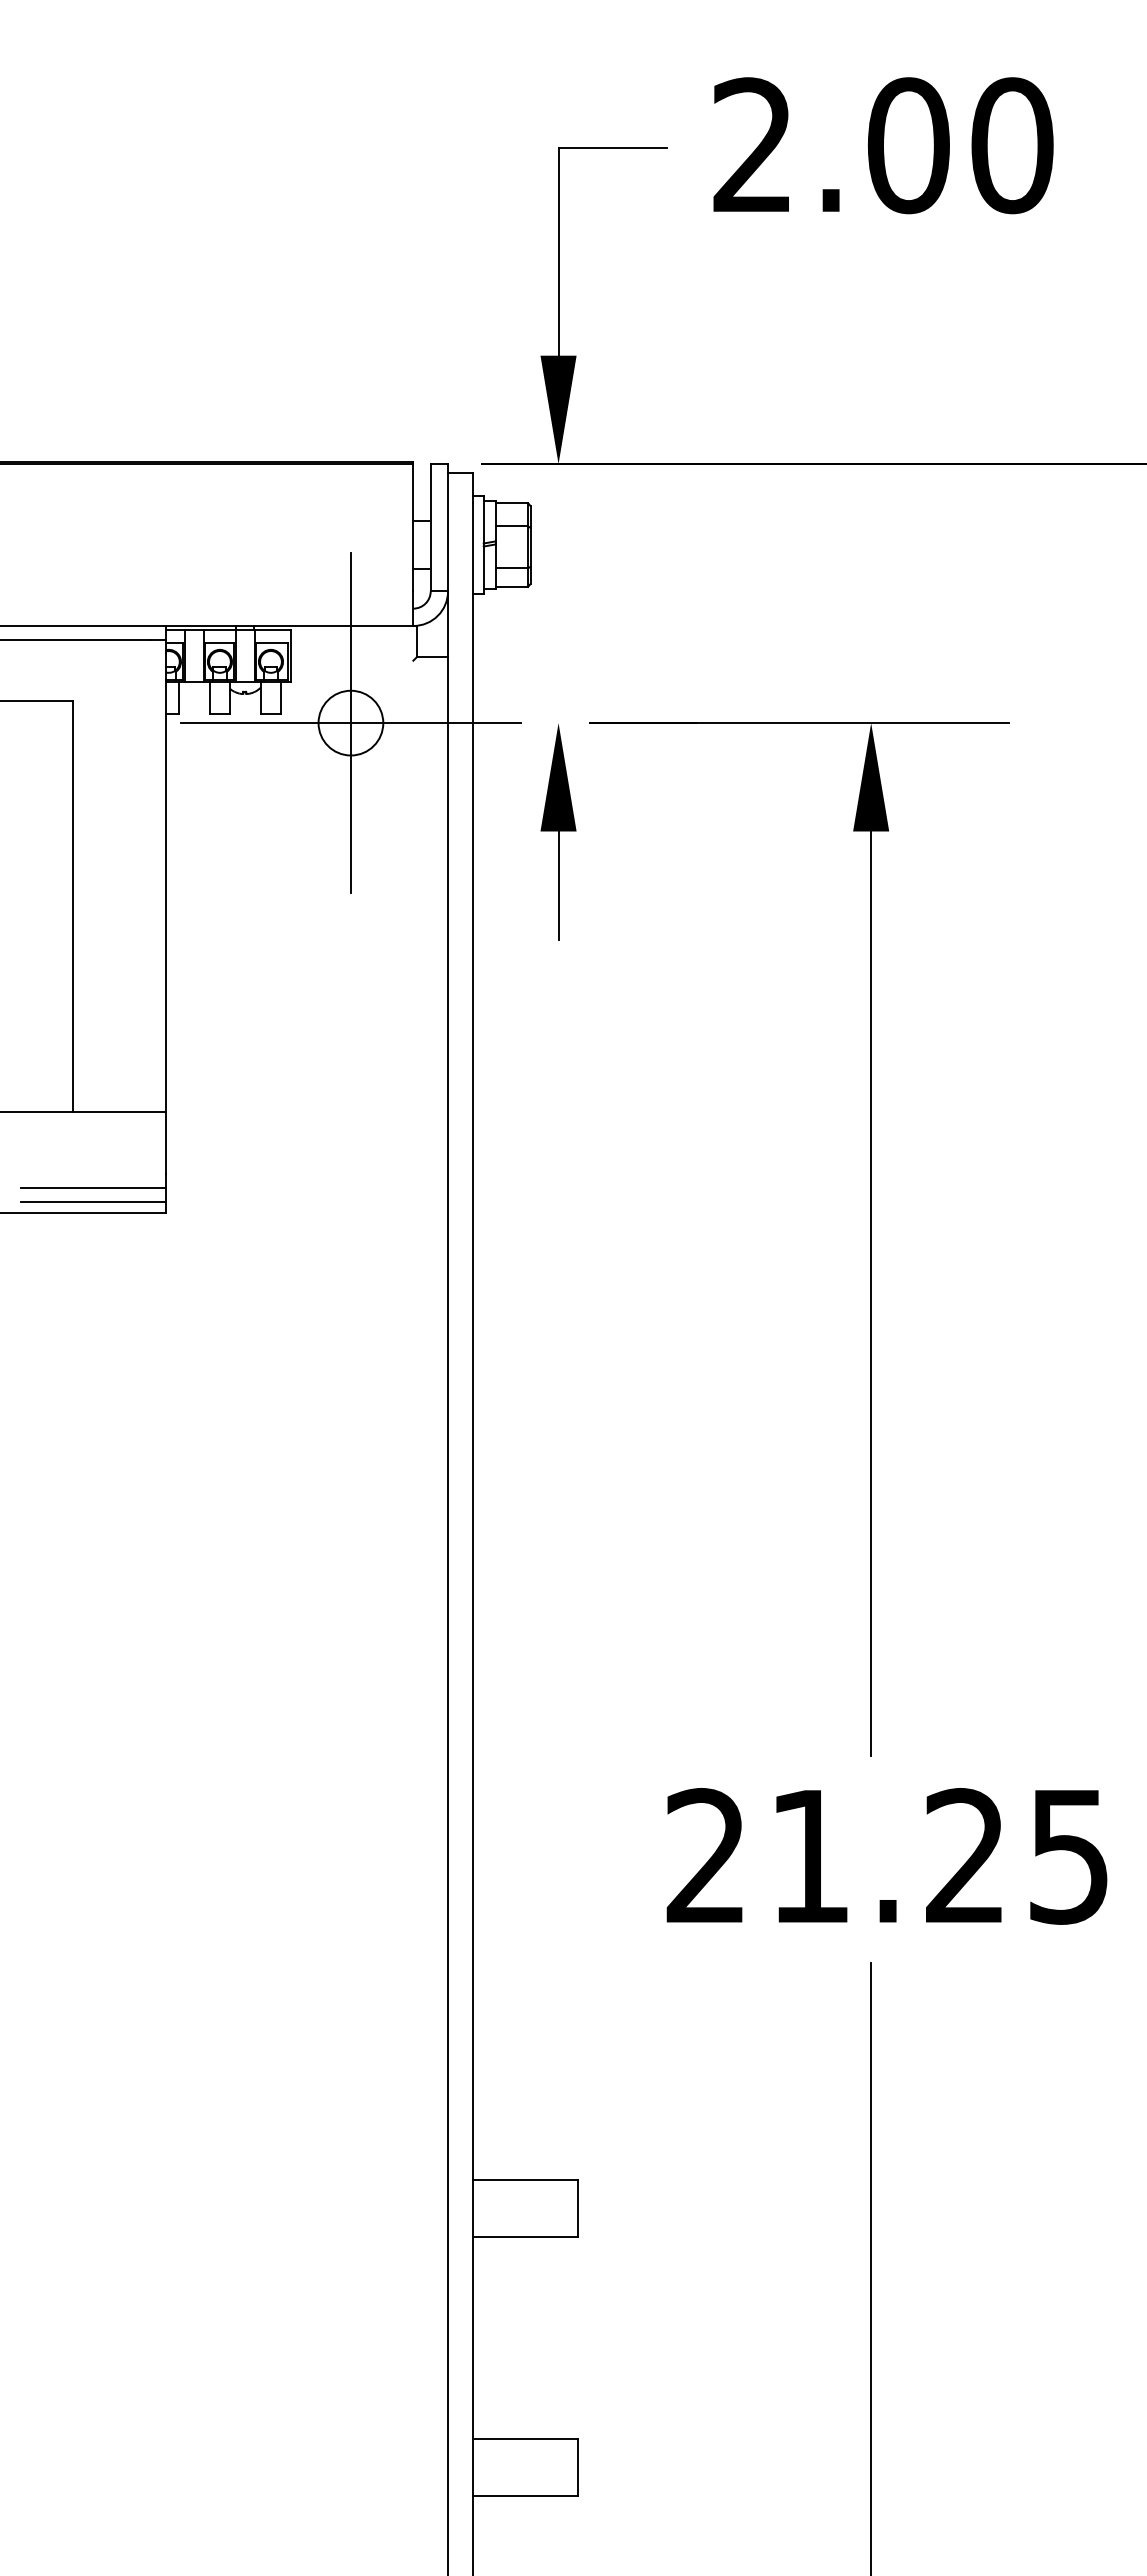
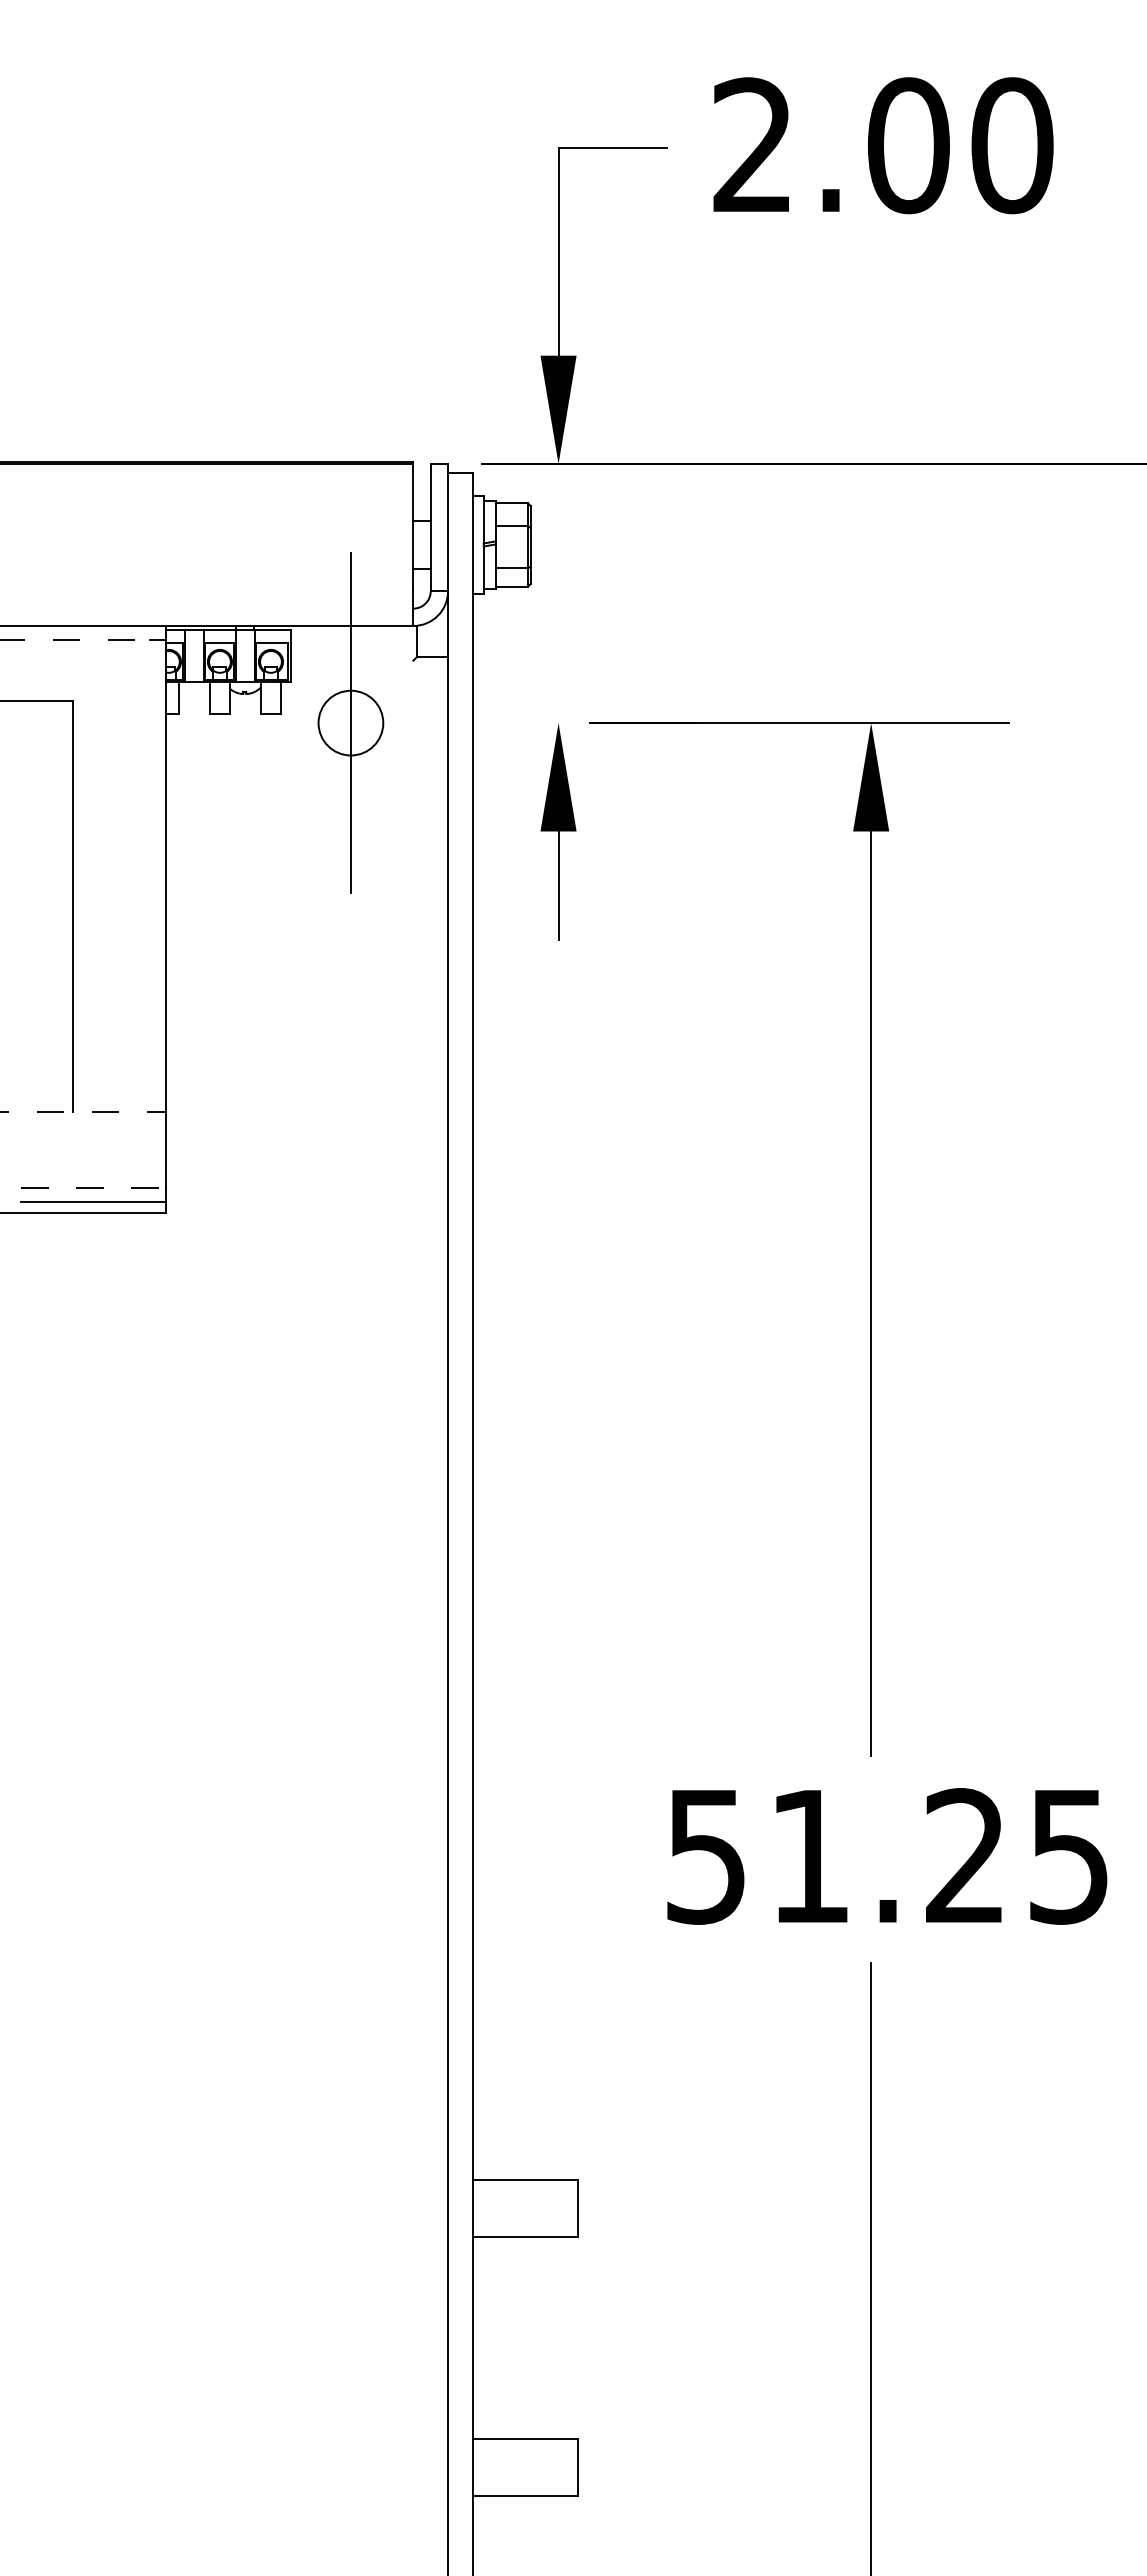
line at (75, 640): solid -> dashed
line at (350, 723): present -> none
line at (83, 1111): solid -> dashed
line at (93, 1188): solid -> dashed
text at (705, 1856): 21.25 -> 51.25
